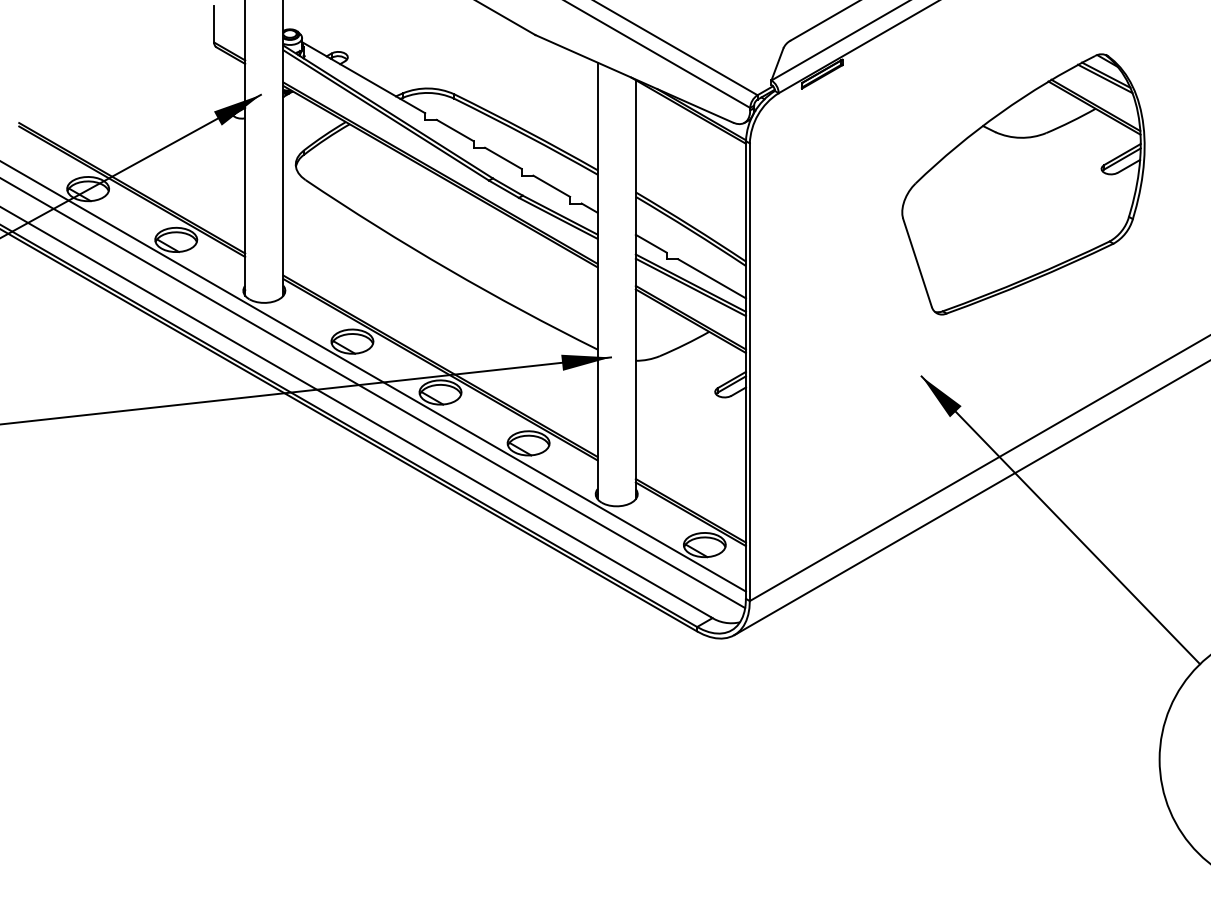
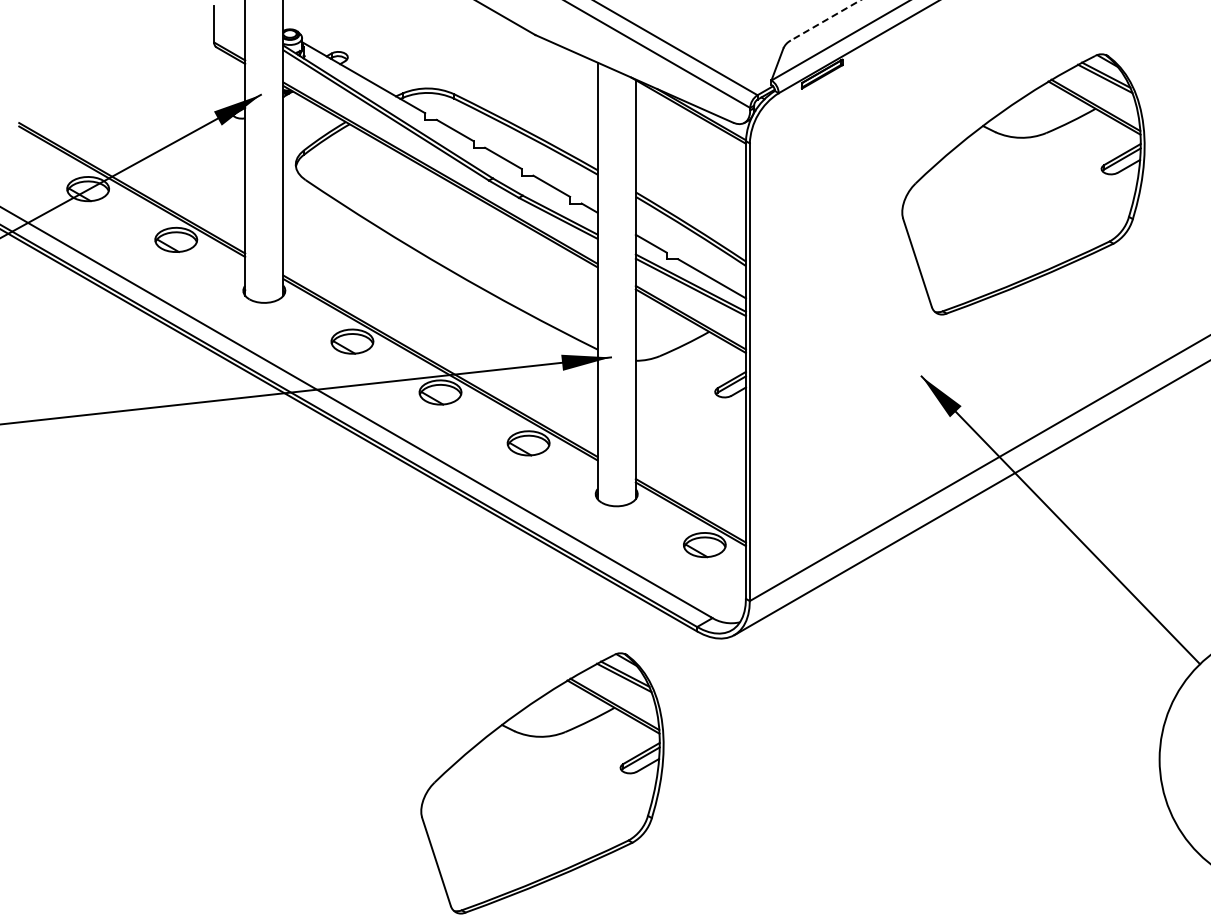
line at (825, 20): solid -> dashed
line at (373, 376): present -> none
line at (373, 393): present -> none
part at (542, 783): none -> present
